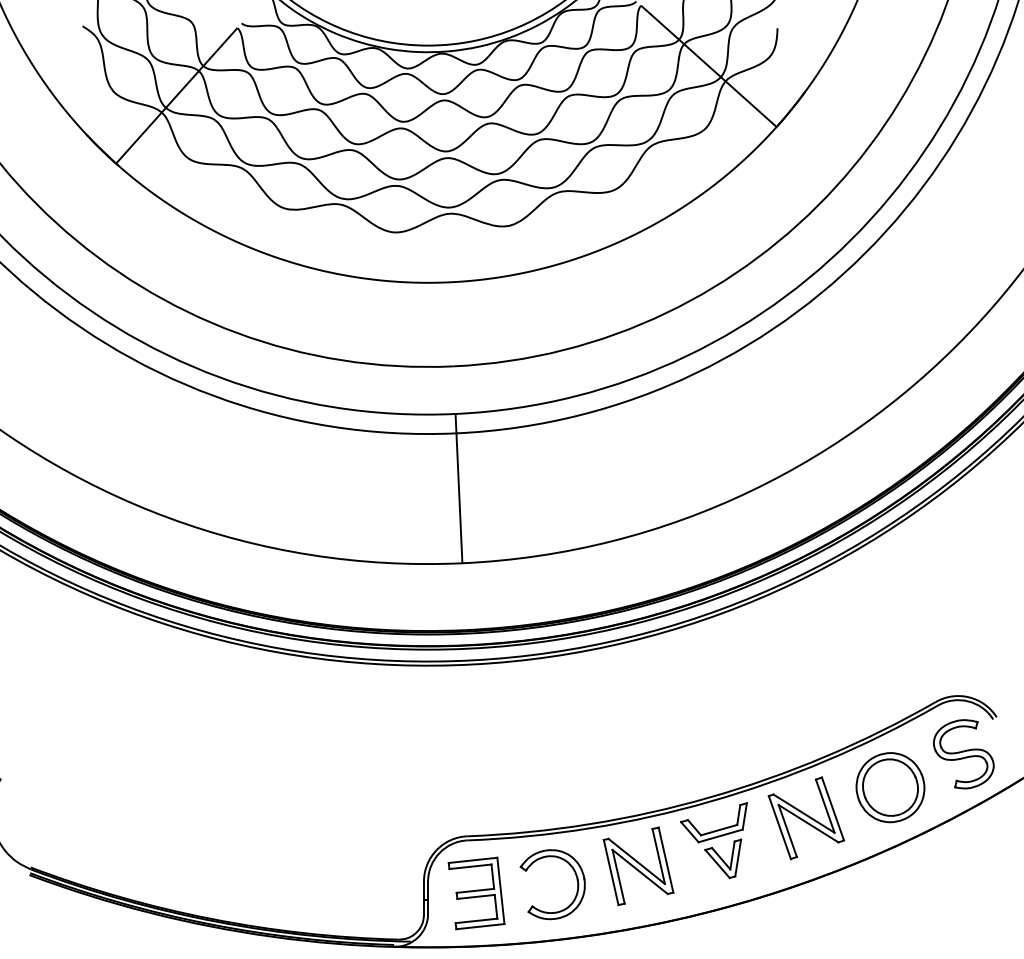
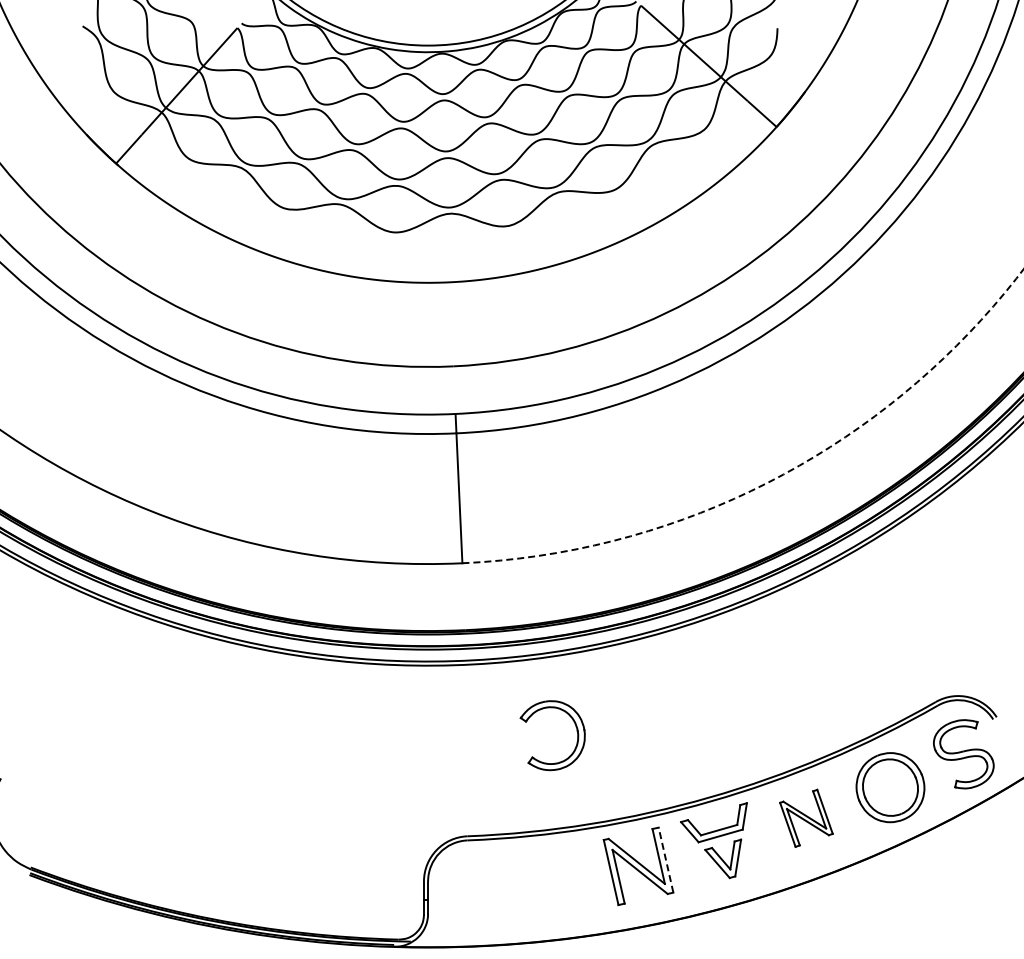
arc at (775, 478): solid -> dashed
part at (806, 818) size: 79x85 px -> 55x60 px
line at (665, 859): solid -> dashed
part at (576, 880) position: (576, 880) -> (576, 731)
part at (476, 893): present -> none
